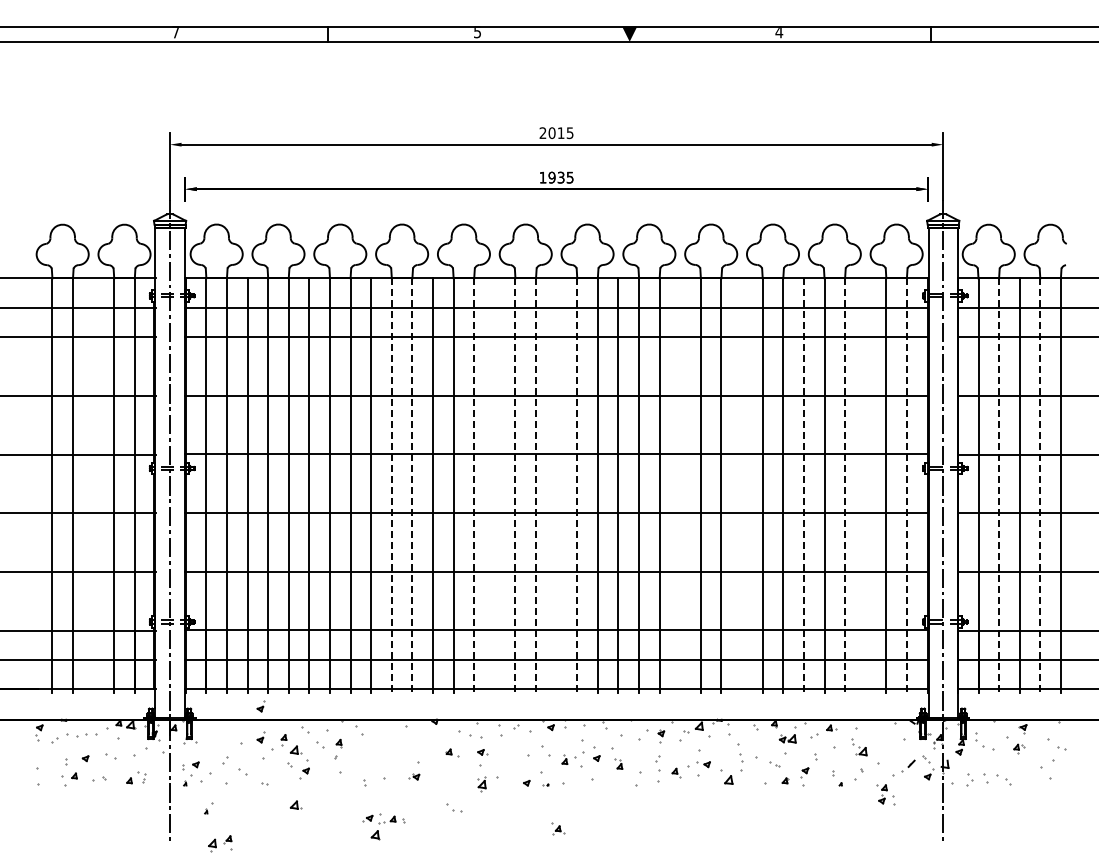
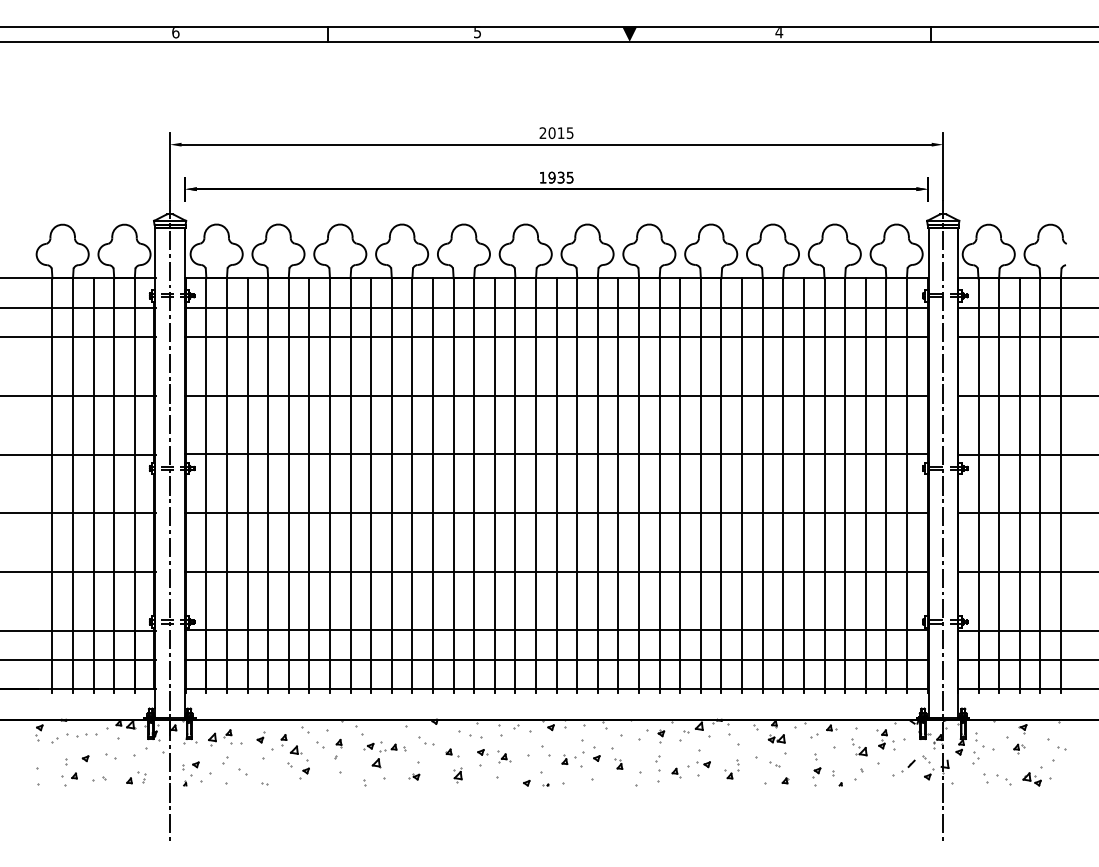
text at (175, 33): 7 -> 6
line at (93, 485): none -> present
line at (391, 485): dashed -> solid
line at (412, 485): dashed -> solid
line at (474, 485): dashed -> solid
line at (494, 485): none -> present
line at (515, 485): dashed -> solid
line at (536, 485): dashed -> solid
line at (556, 485): none -> present
line at (577, 485): dashed -> solid
line at (680, 485): none -> present
line at (742, 485): none -> present
line at (803, 485): dashed -> solid
line at (845, 485): dashed -> solid
line at (865, 485): none -> present
line at (906, 485): dashed -> solid
line at (999, 486): dashed -> solid
line at (1040, 486): dashed -> solid
part at (260, 706): present -> none
part at (787, 738) position: (787, 738) -> (776, 738)
part at (731, 768) size: 24x32 px -> 16x21 px
part at (804, 776) position: (804, 776) -> (816, 776)
part at (969, 779) position: (969, 779) -> (975, 757)
part at (1031, 779): none -> present
part at (481, 784) position: (481, 784) -> (457, 775)
part at (885, 794) position: (885, 794) -> (885, 739)
part at (295, 804): present -> none
part at (454, 807) position: (454, 807) -> (426, 740)
part at (208, 808): present -> none
part at (383, 826) position: (383, 826) -> (384, 754)
part at (558, 828) position: (558, 828) -> (504, 756)
part at (220, 843) position: (220, 843) -> (220, 737)
